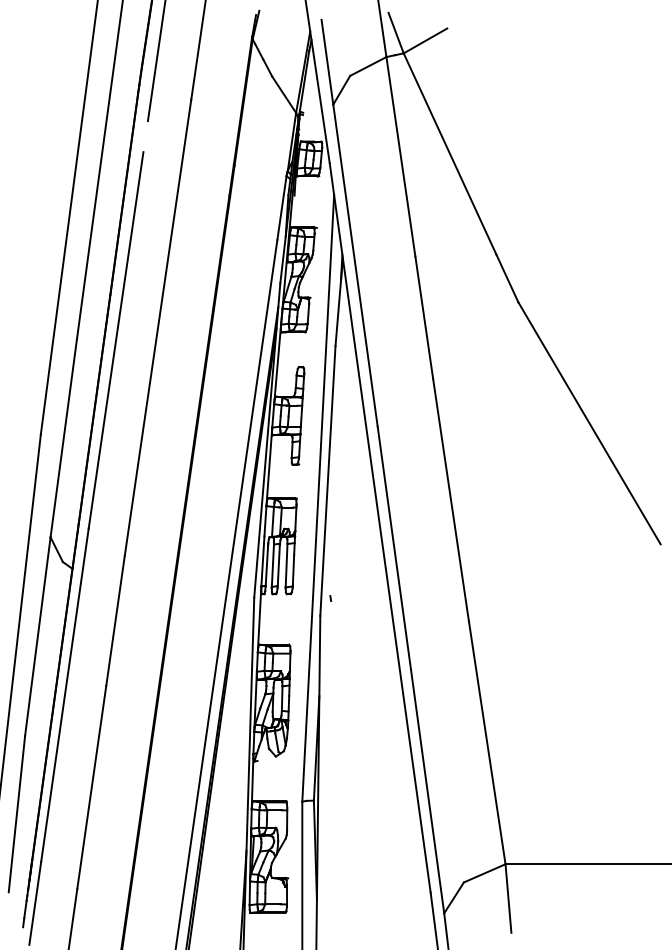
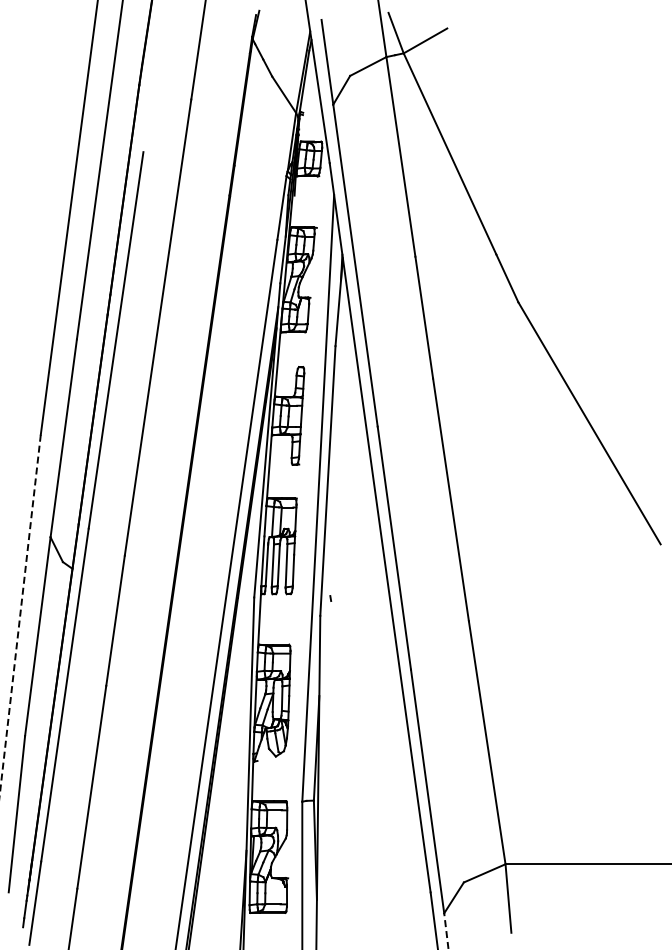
line at (156, 61): present -> none
line at (20, 614): solid -> dashed
line at (446, 931): solid -> dashed
